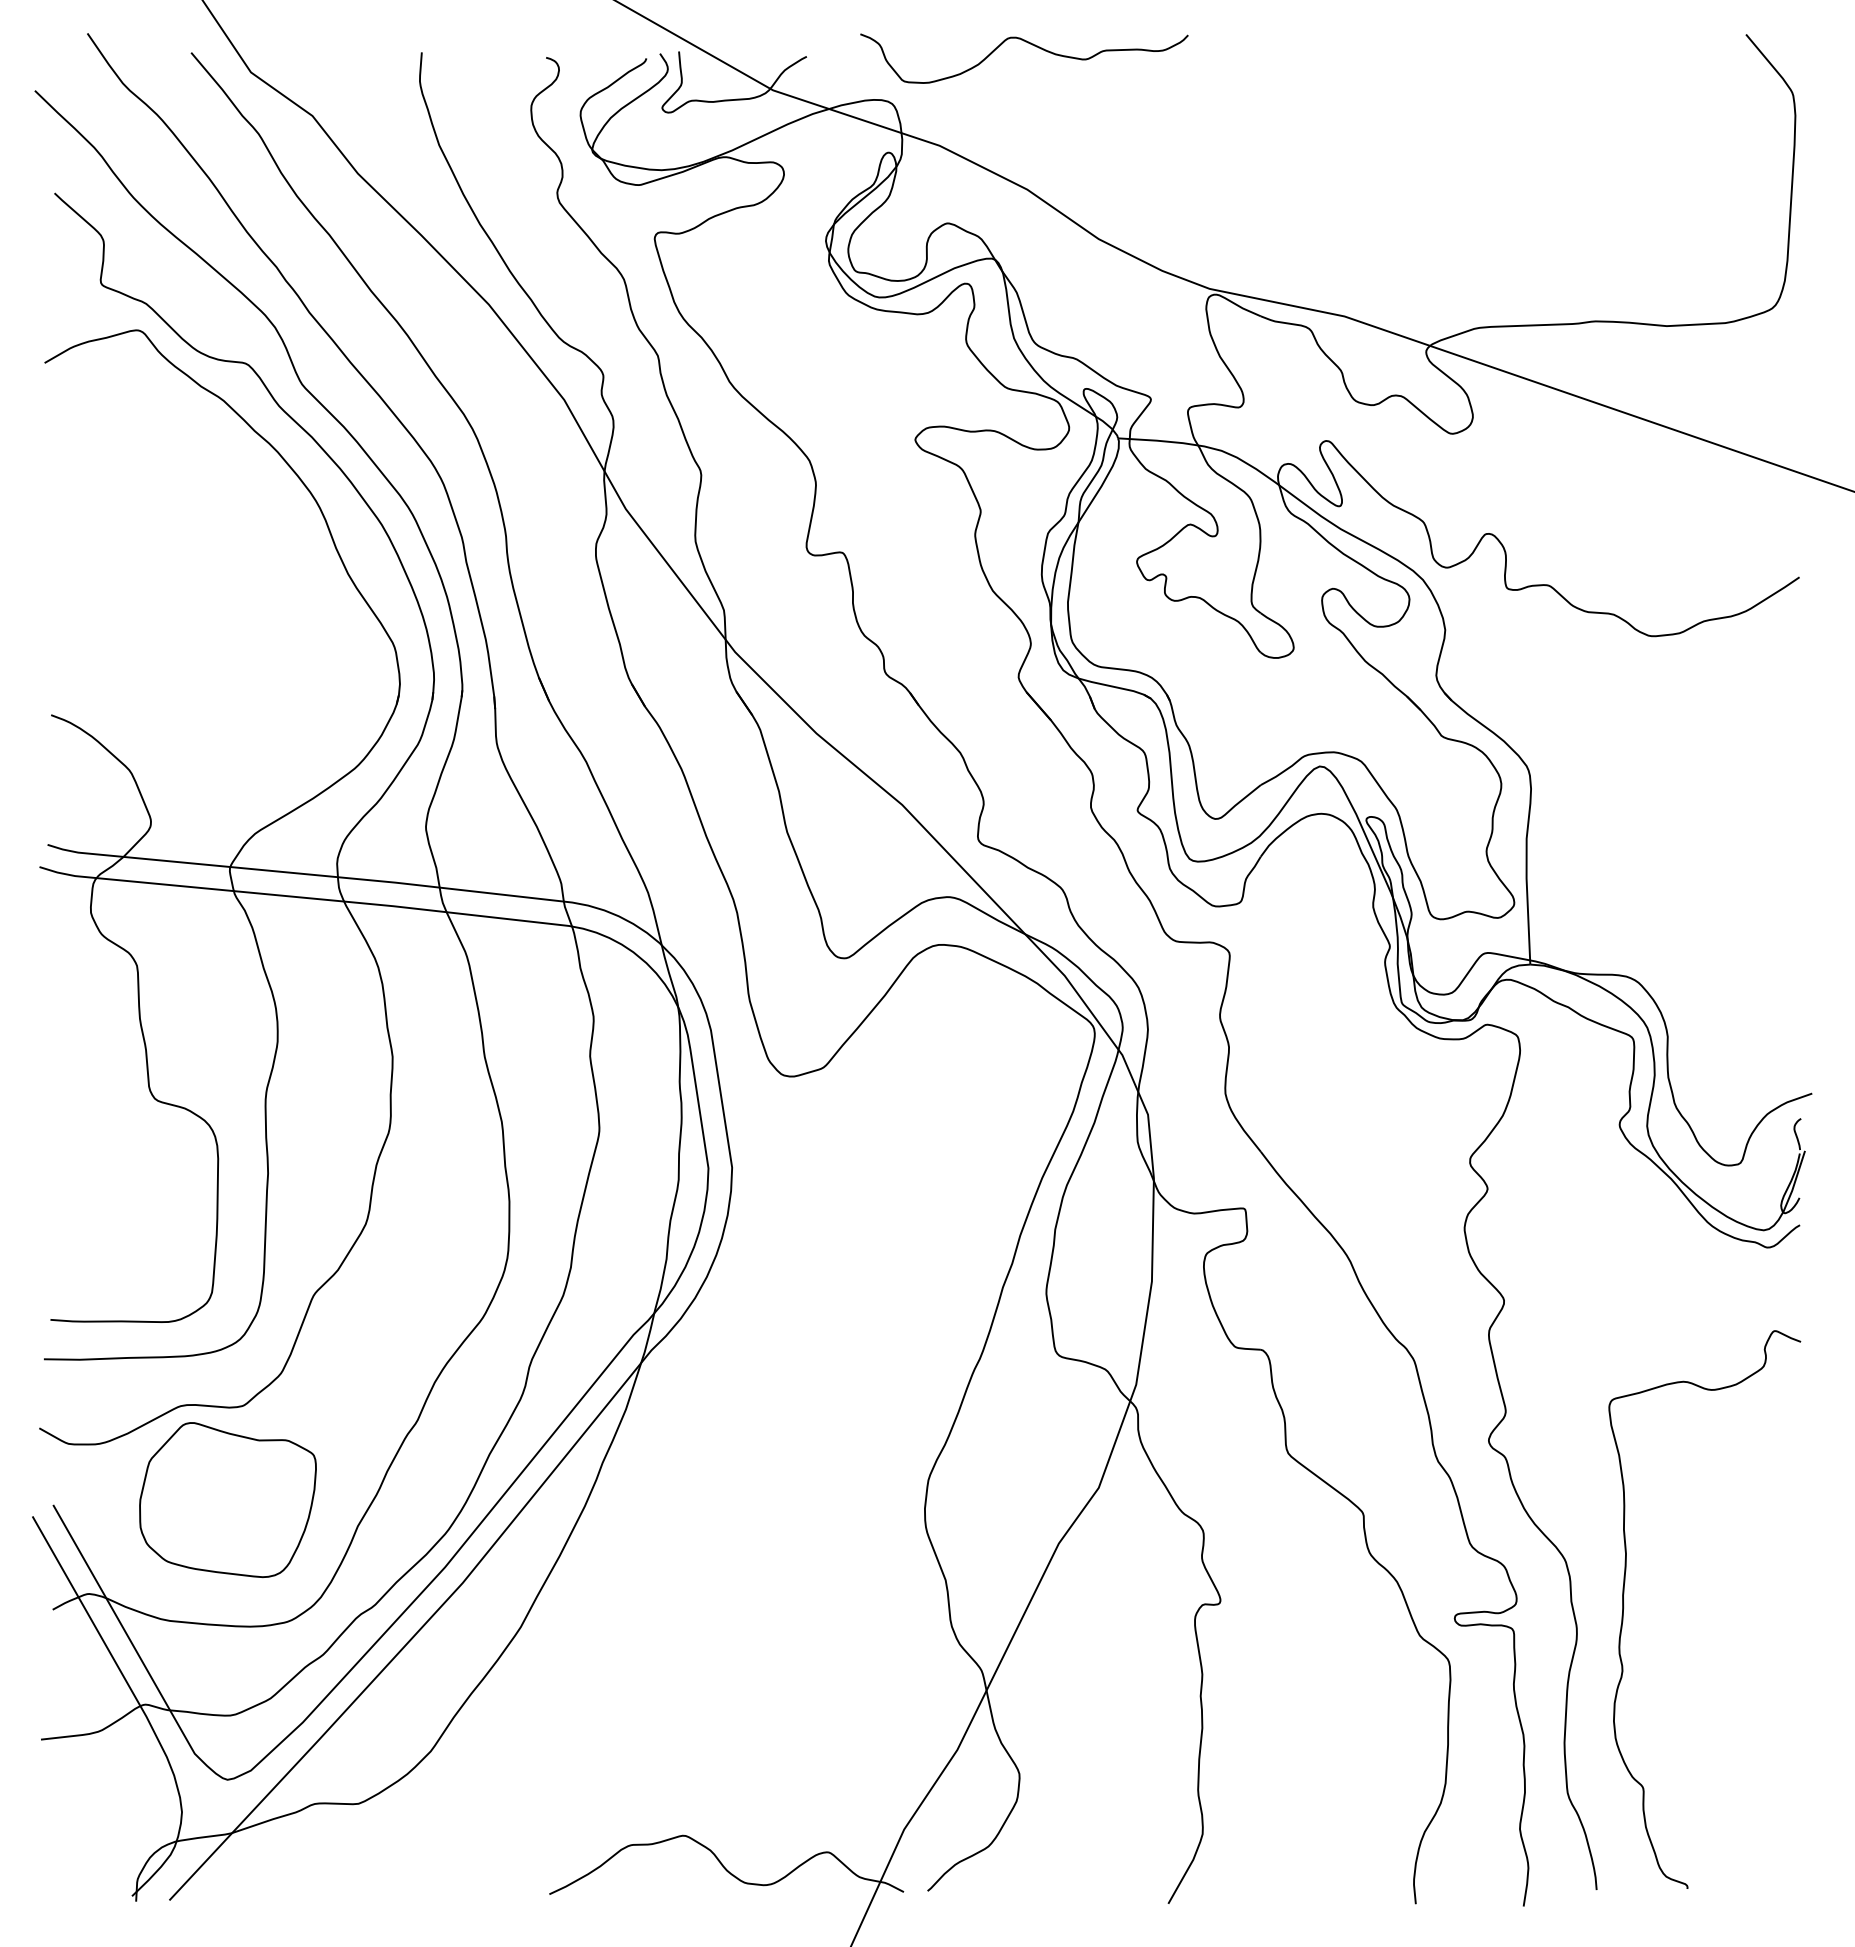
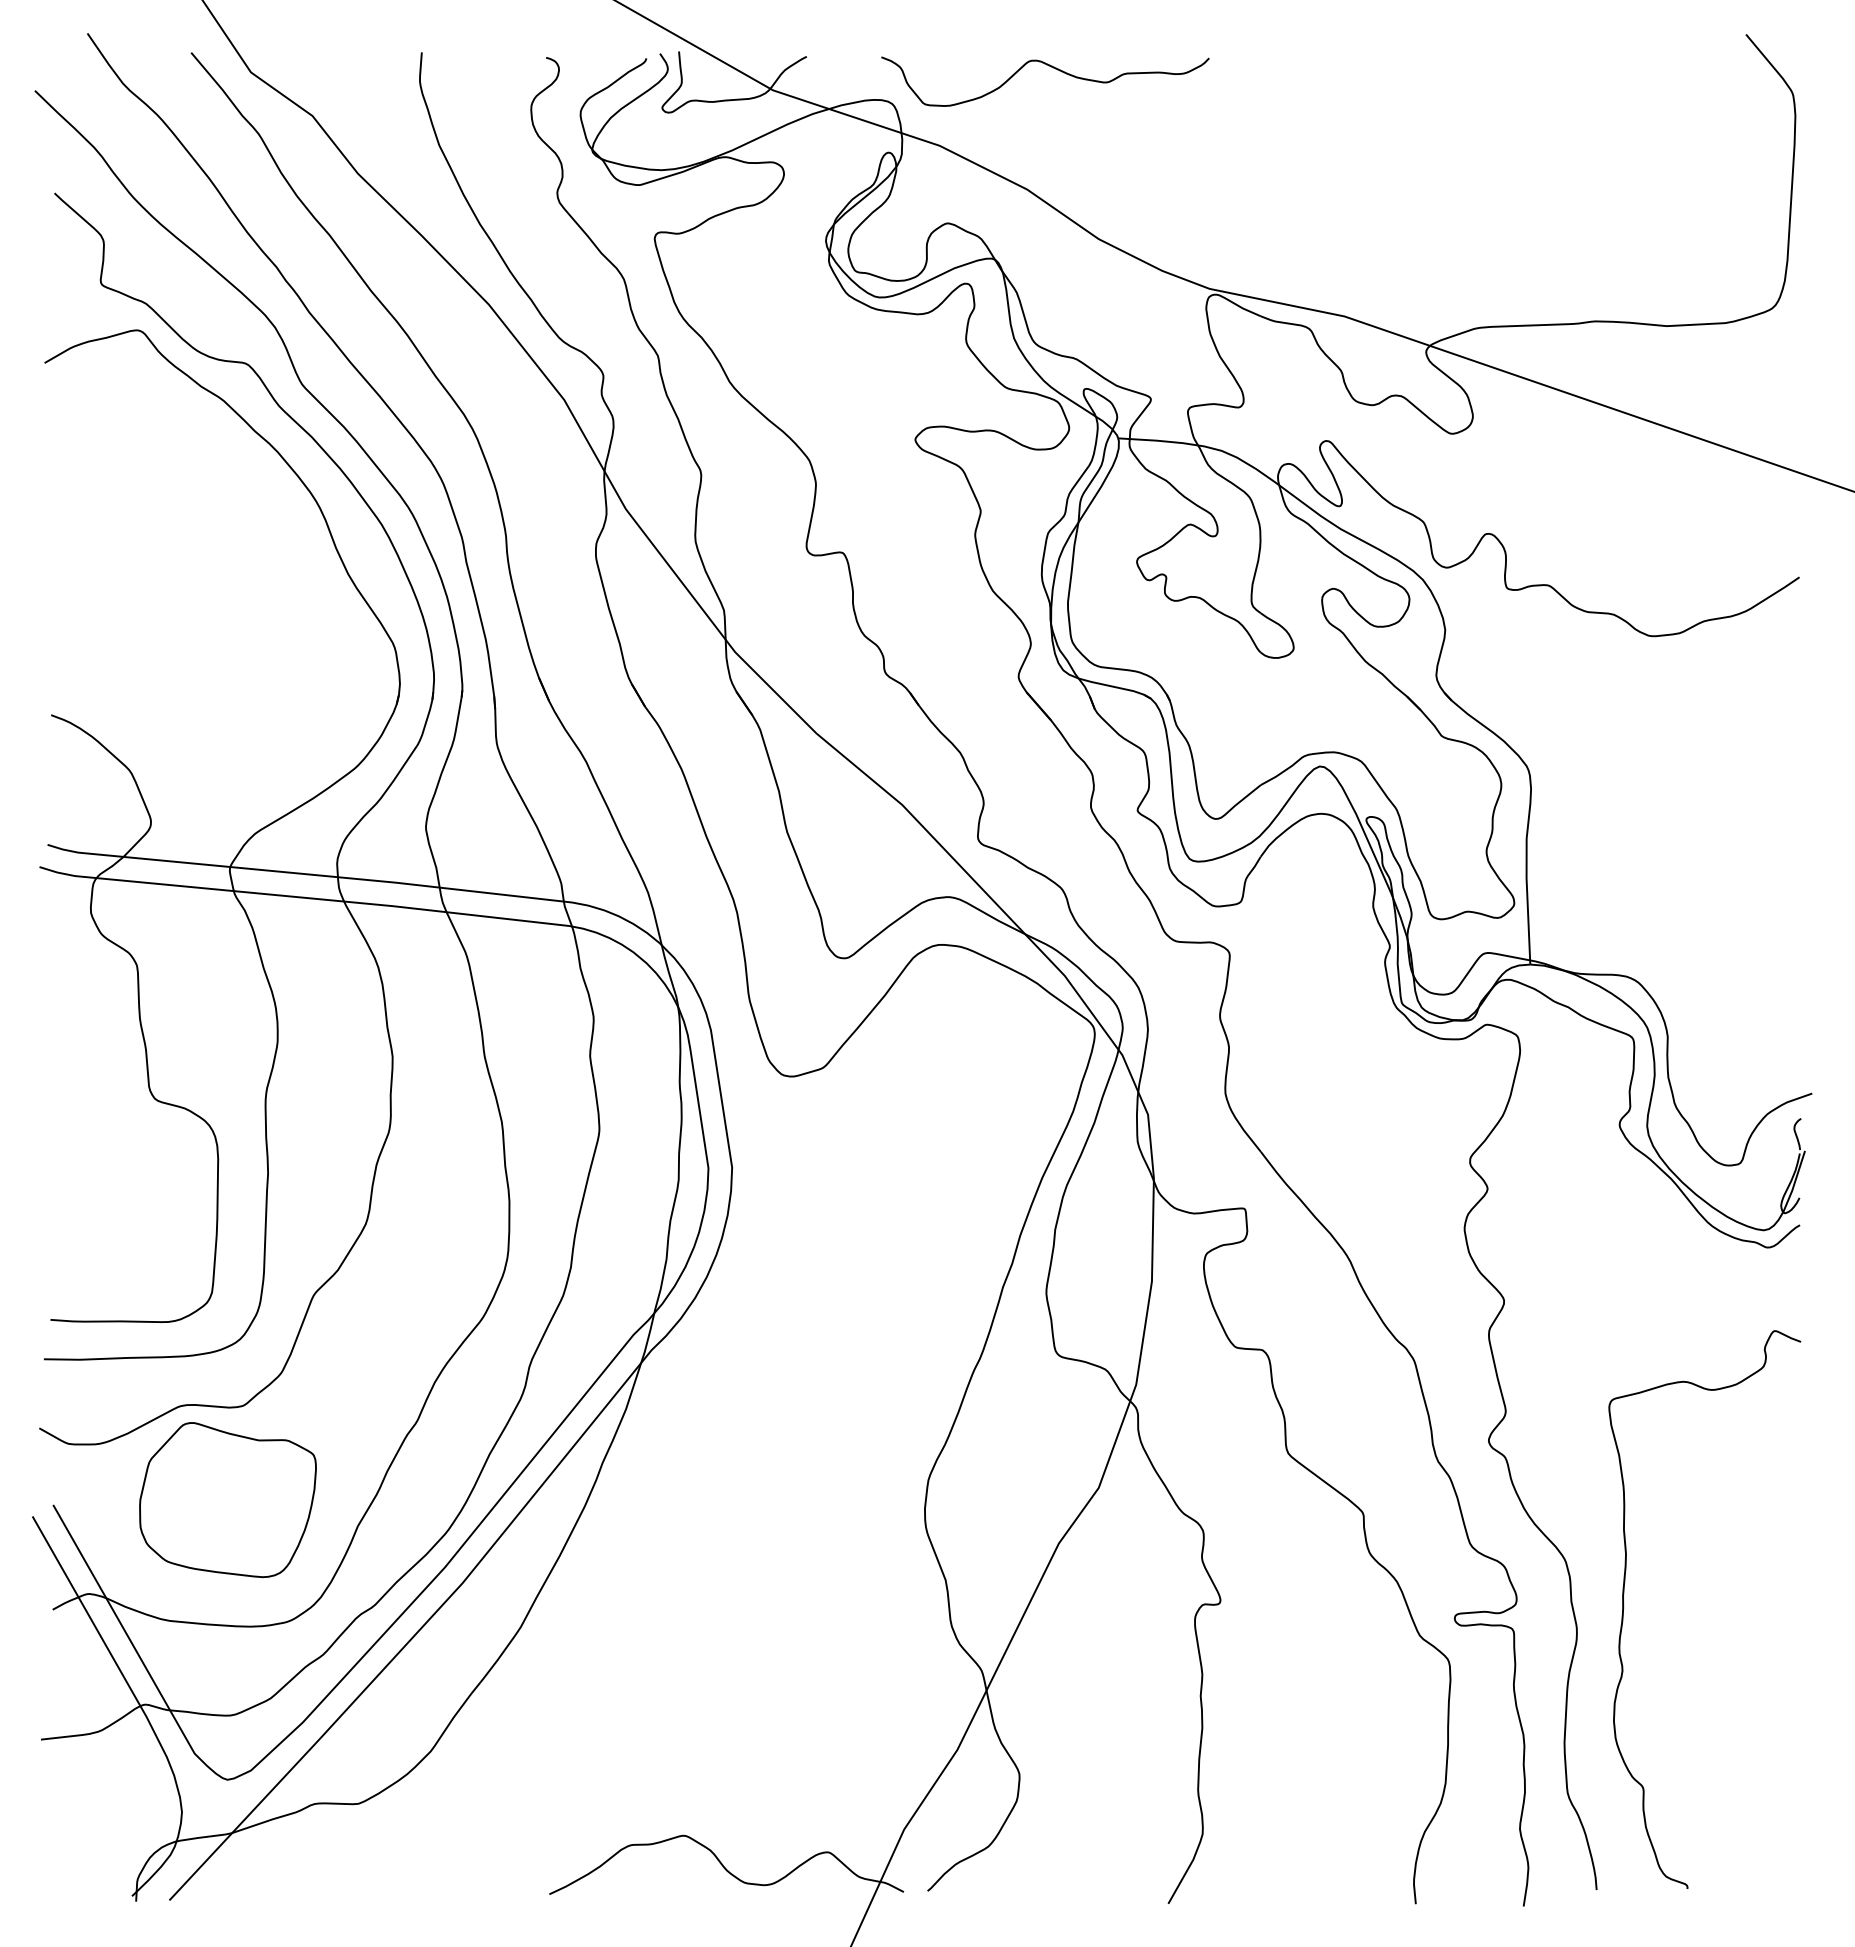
curve at (1030, 44) position: (1030, 44) -> (1051, 67)
